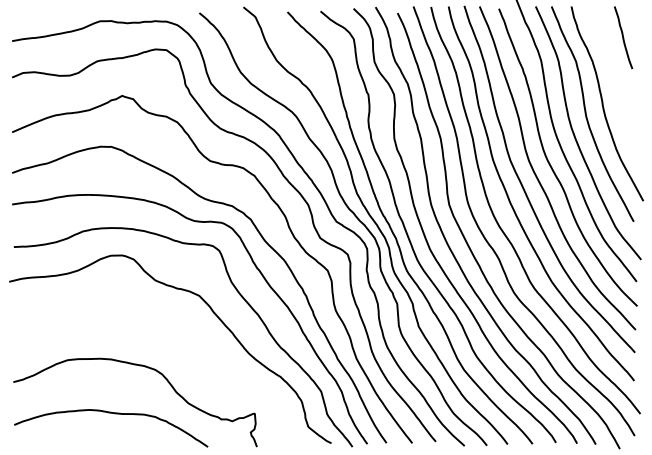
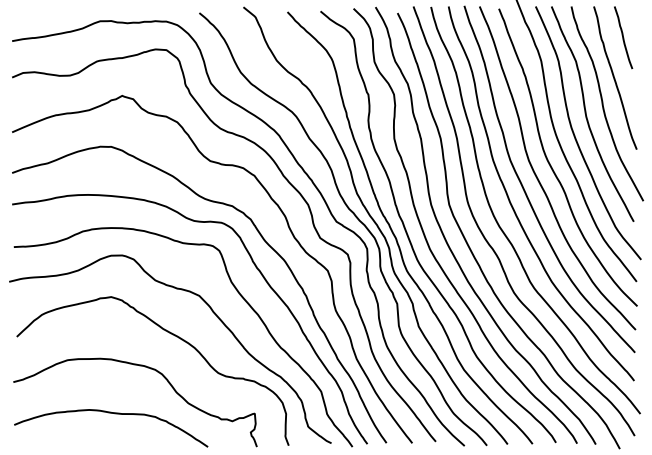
curve at (614, 77): none -> present
curve at (174, 336): none -> present
